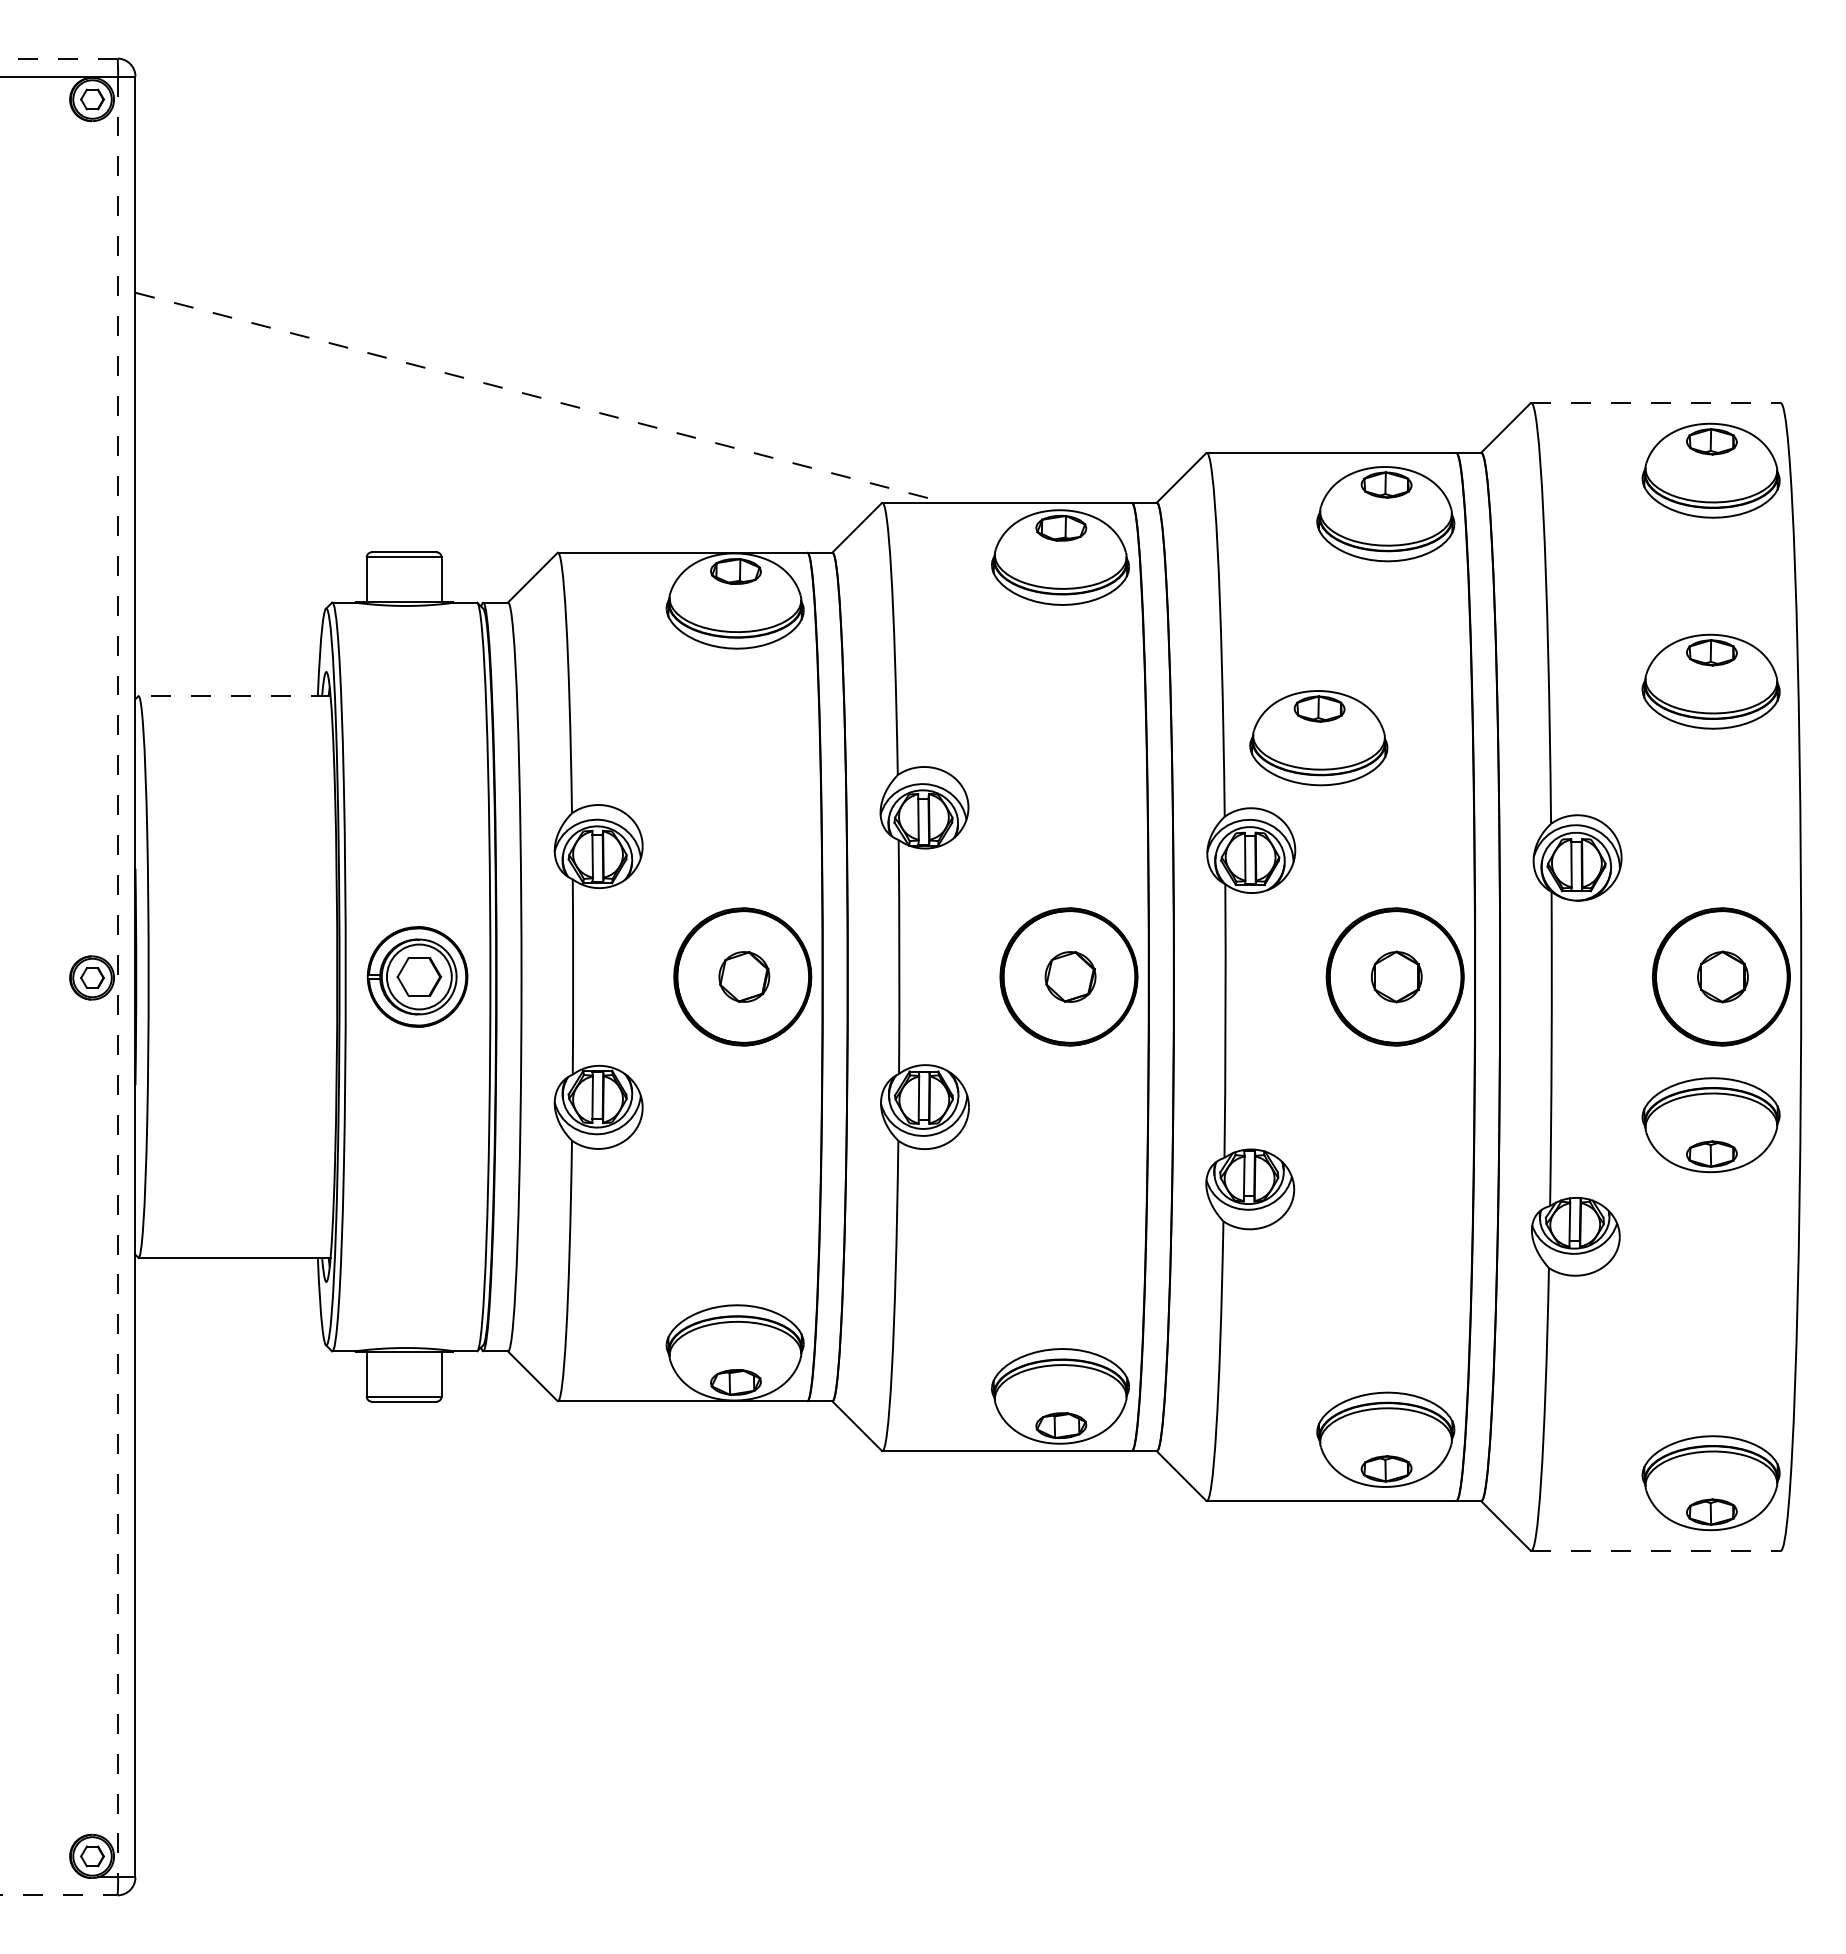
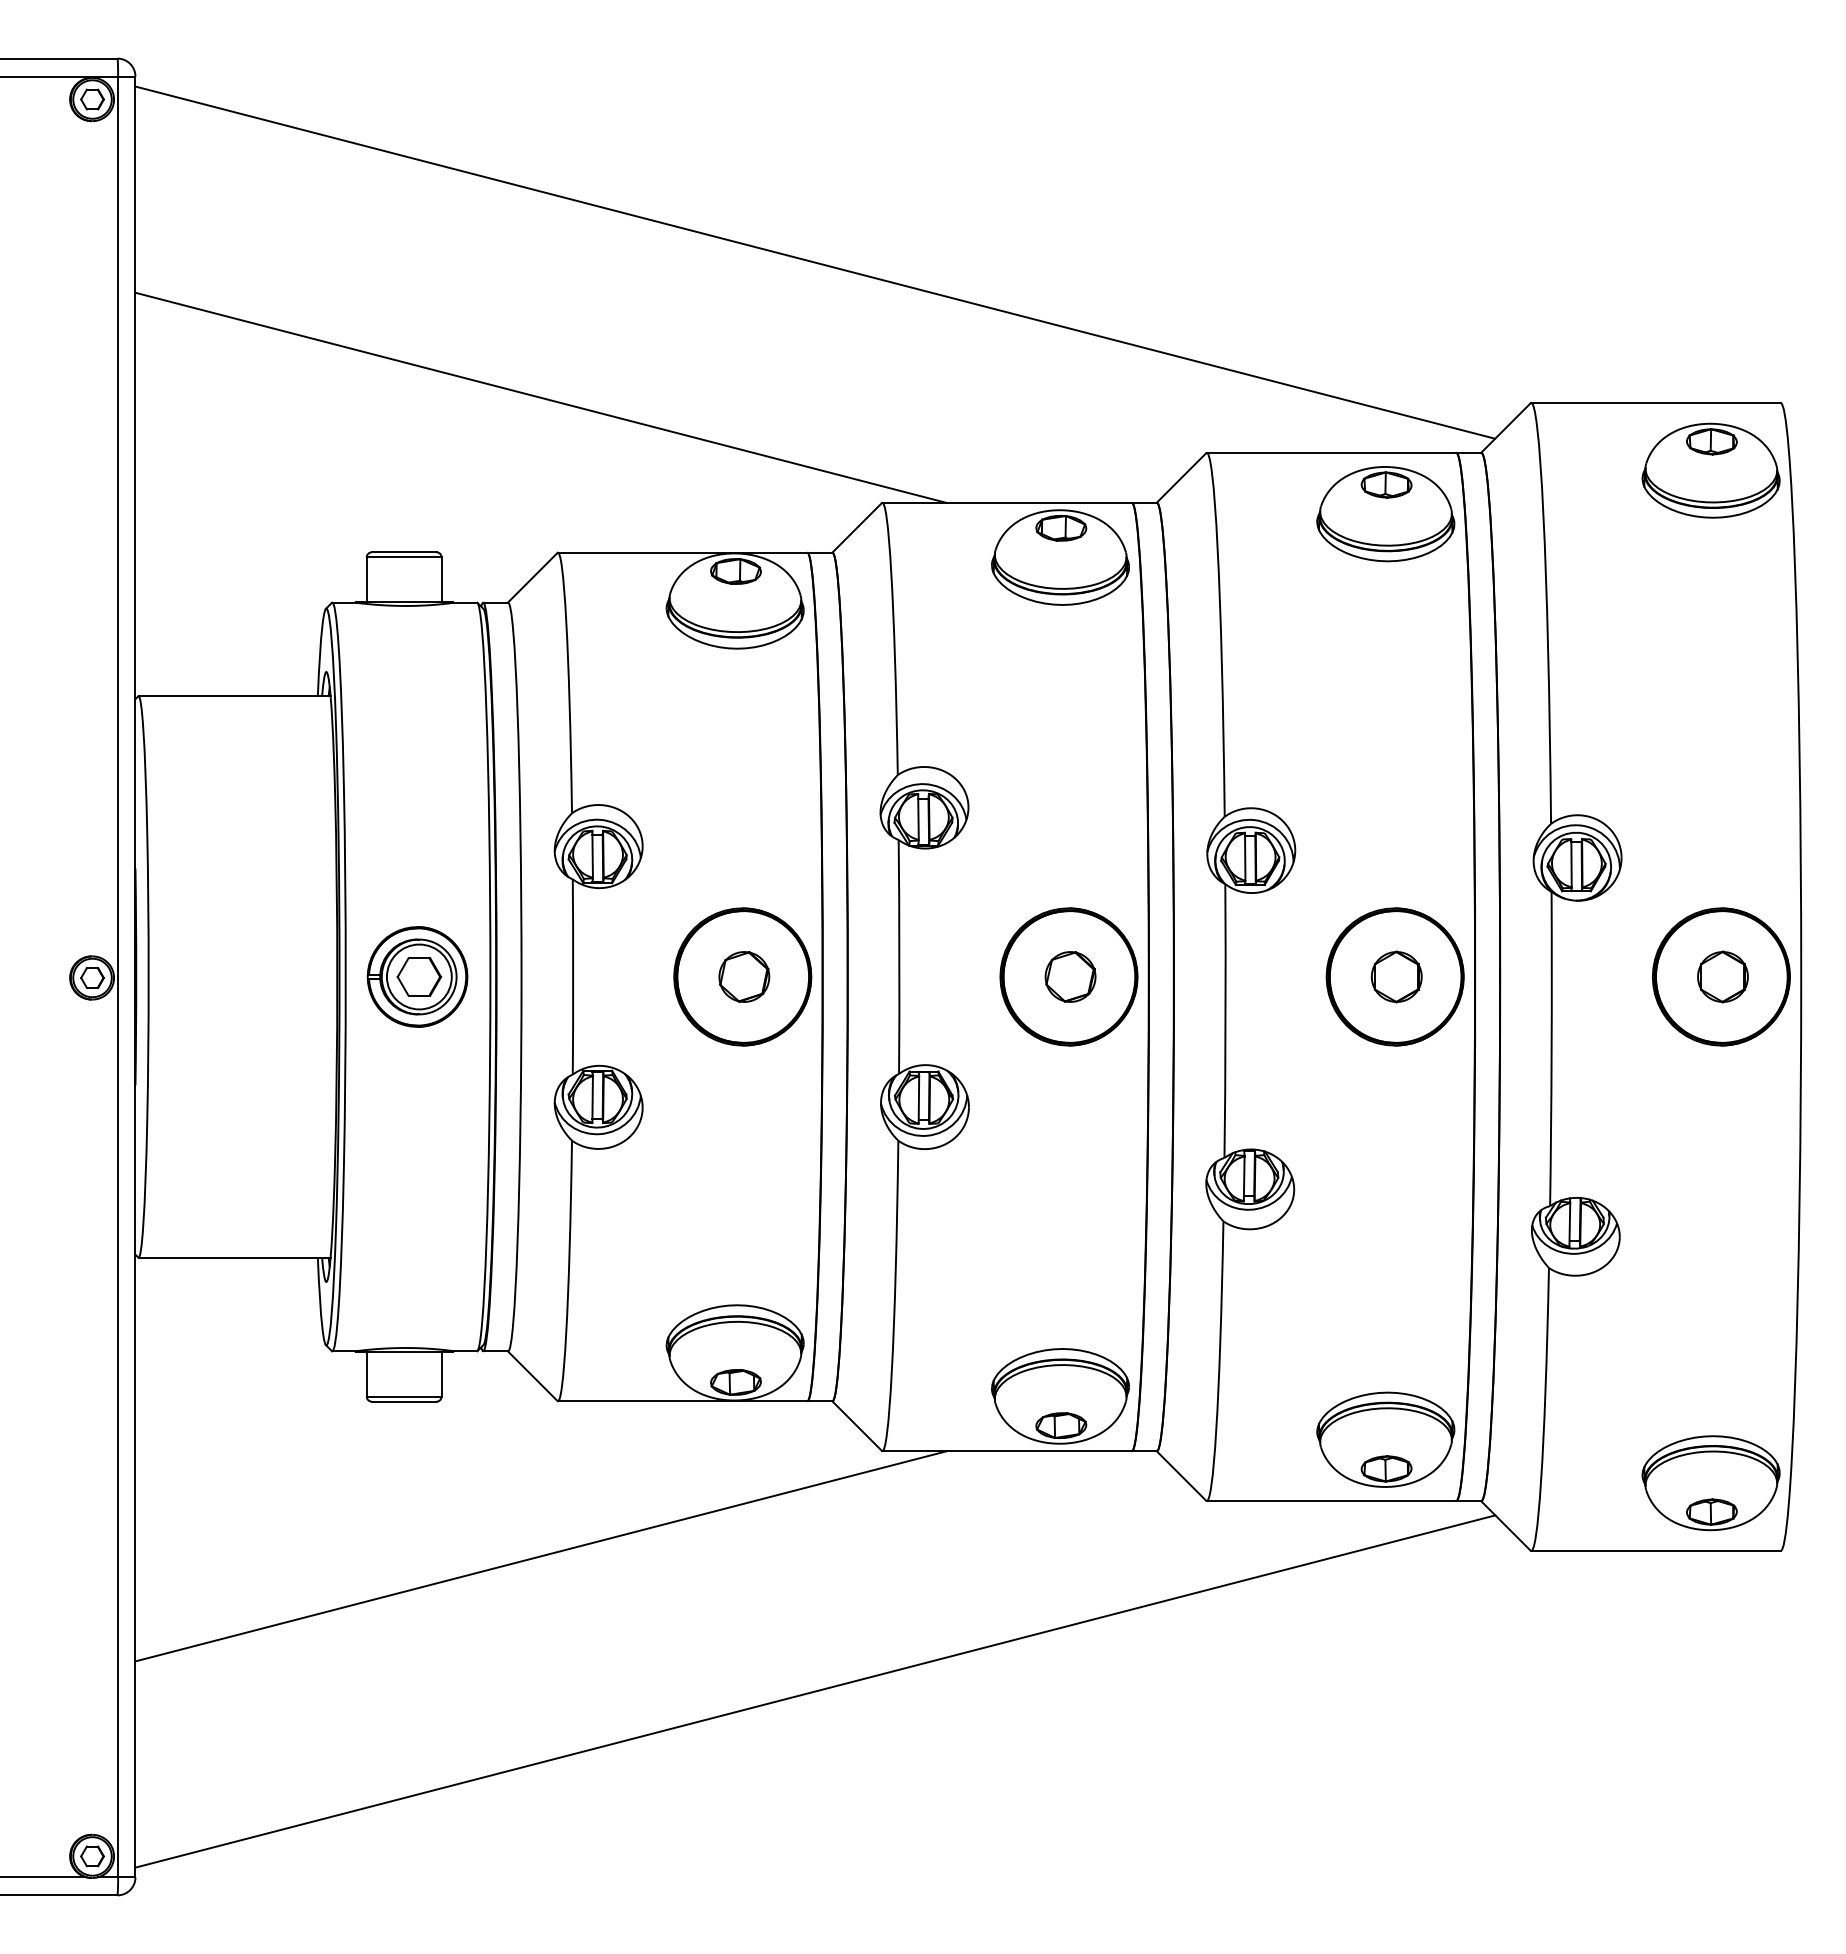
line at (58, 58): dashed -> solid
line at (815, 262): none -> present
line at (540, 397): dashed -> solid
line at (1655, 403): dashed -> solid
part at (1710, 681): present -> none
line at (234, 696): dashed -> solid
part at (1318, 738): present -> none
line at (118, 977): dashed -> solid
part at (1710, 1125): present -> none
line at (1655, 1550): dashed -> solid
line at (541, 1556): none -> present
line at (815, 1691): none -> present
line at (44, 1877): none -> present
line at (59, 1895): dashed -> solid
